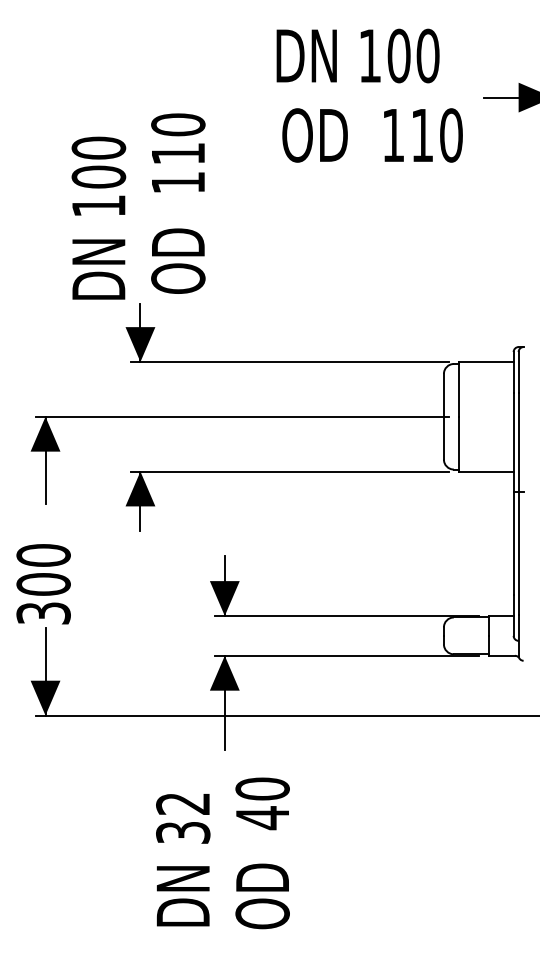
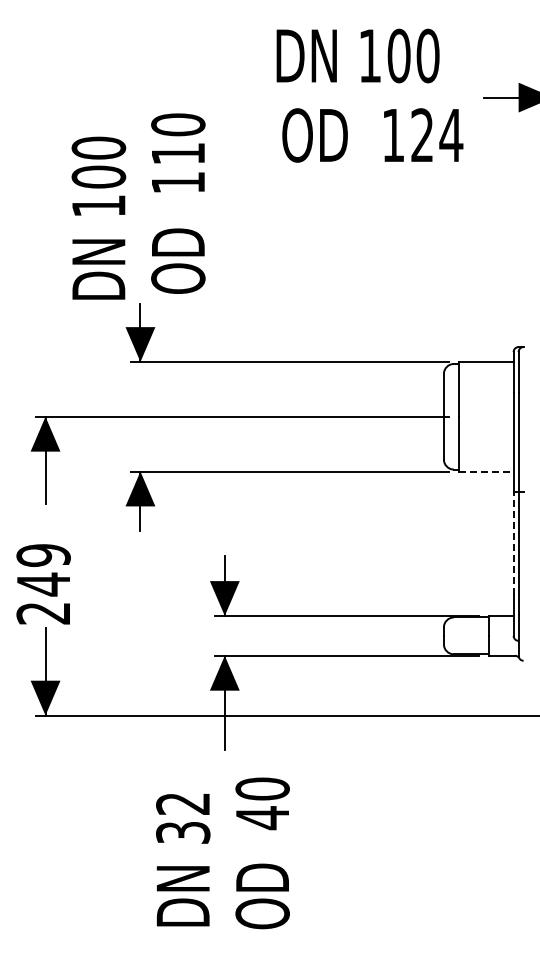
text at (437, 135): 110 -> 124
line at (486, 471): solid -> dashed
line at (513, 543): solid -> dashed
text at (43, 584): 300 -> 249
